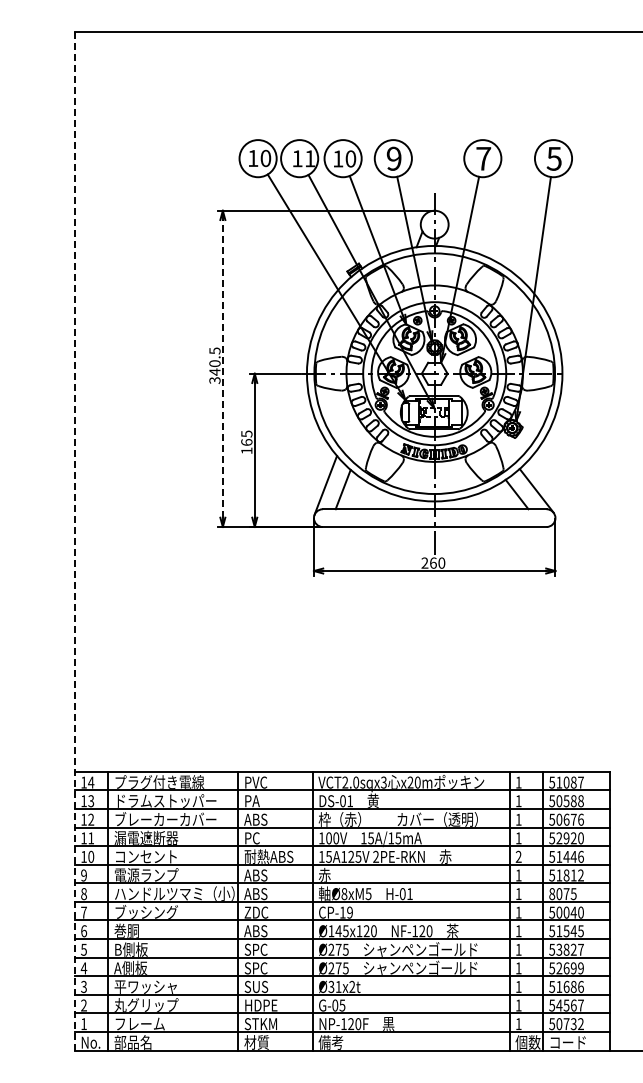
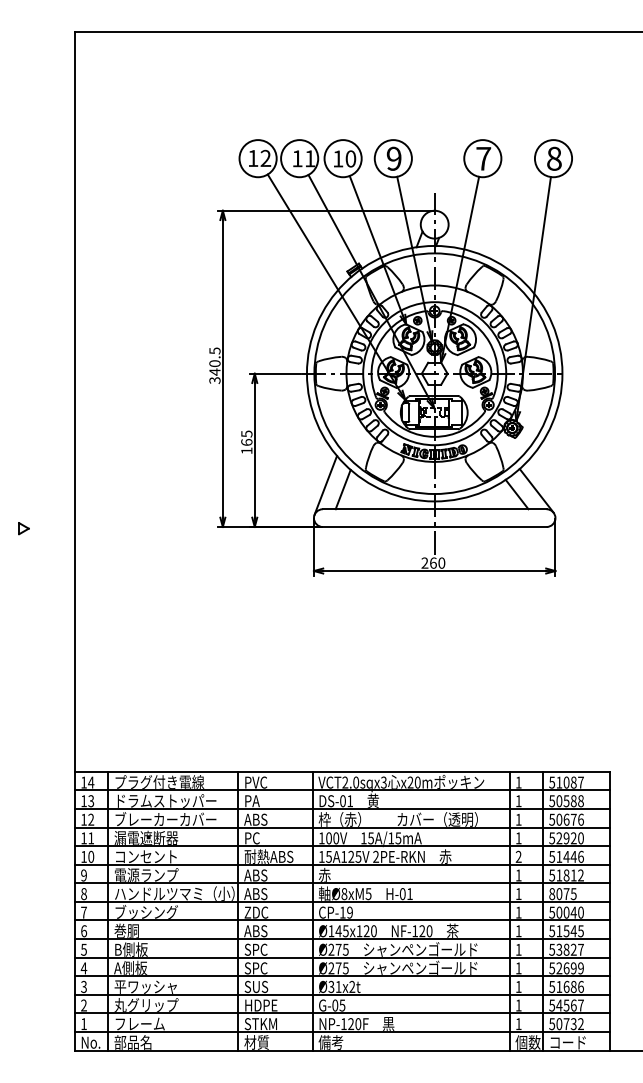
text at (265, 158): 10 -> 12
text at (553, 158): 5 -> 8
line at (222, 368): dashed -> solid
part at (23, 528): none -> present
line at (74, 542): dashed -> solid
